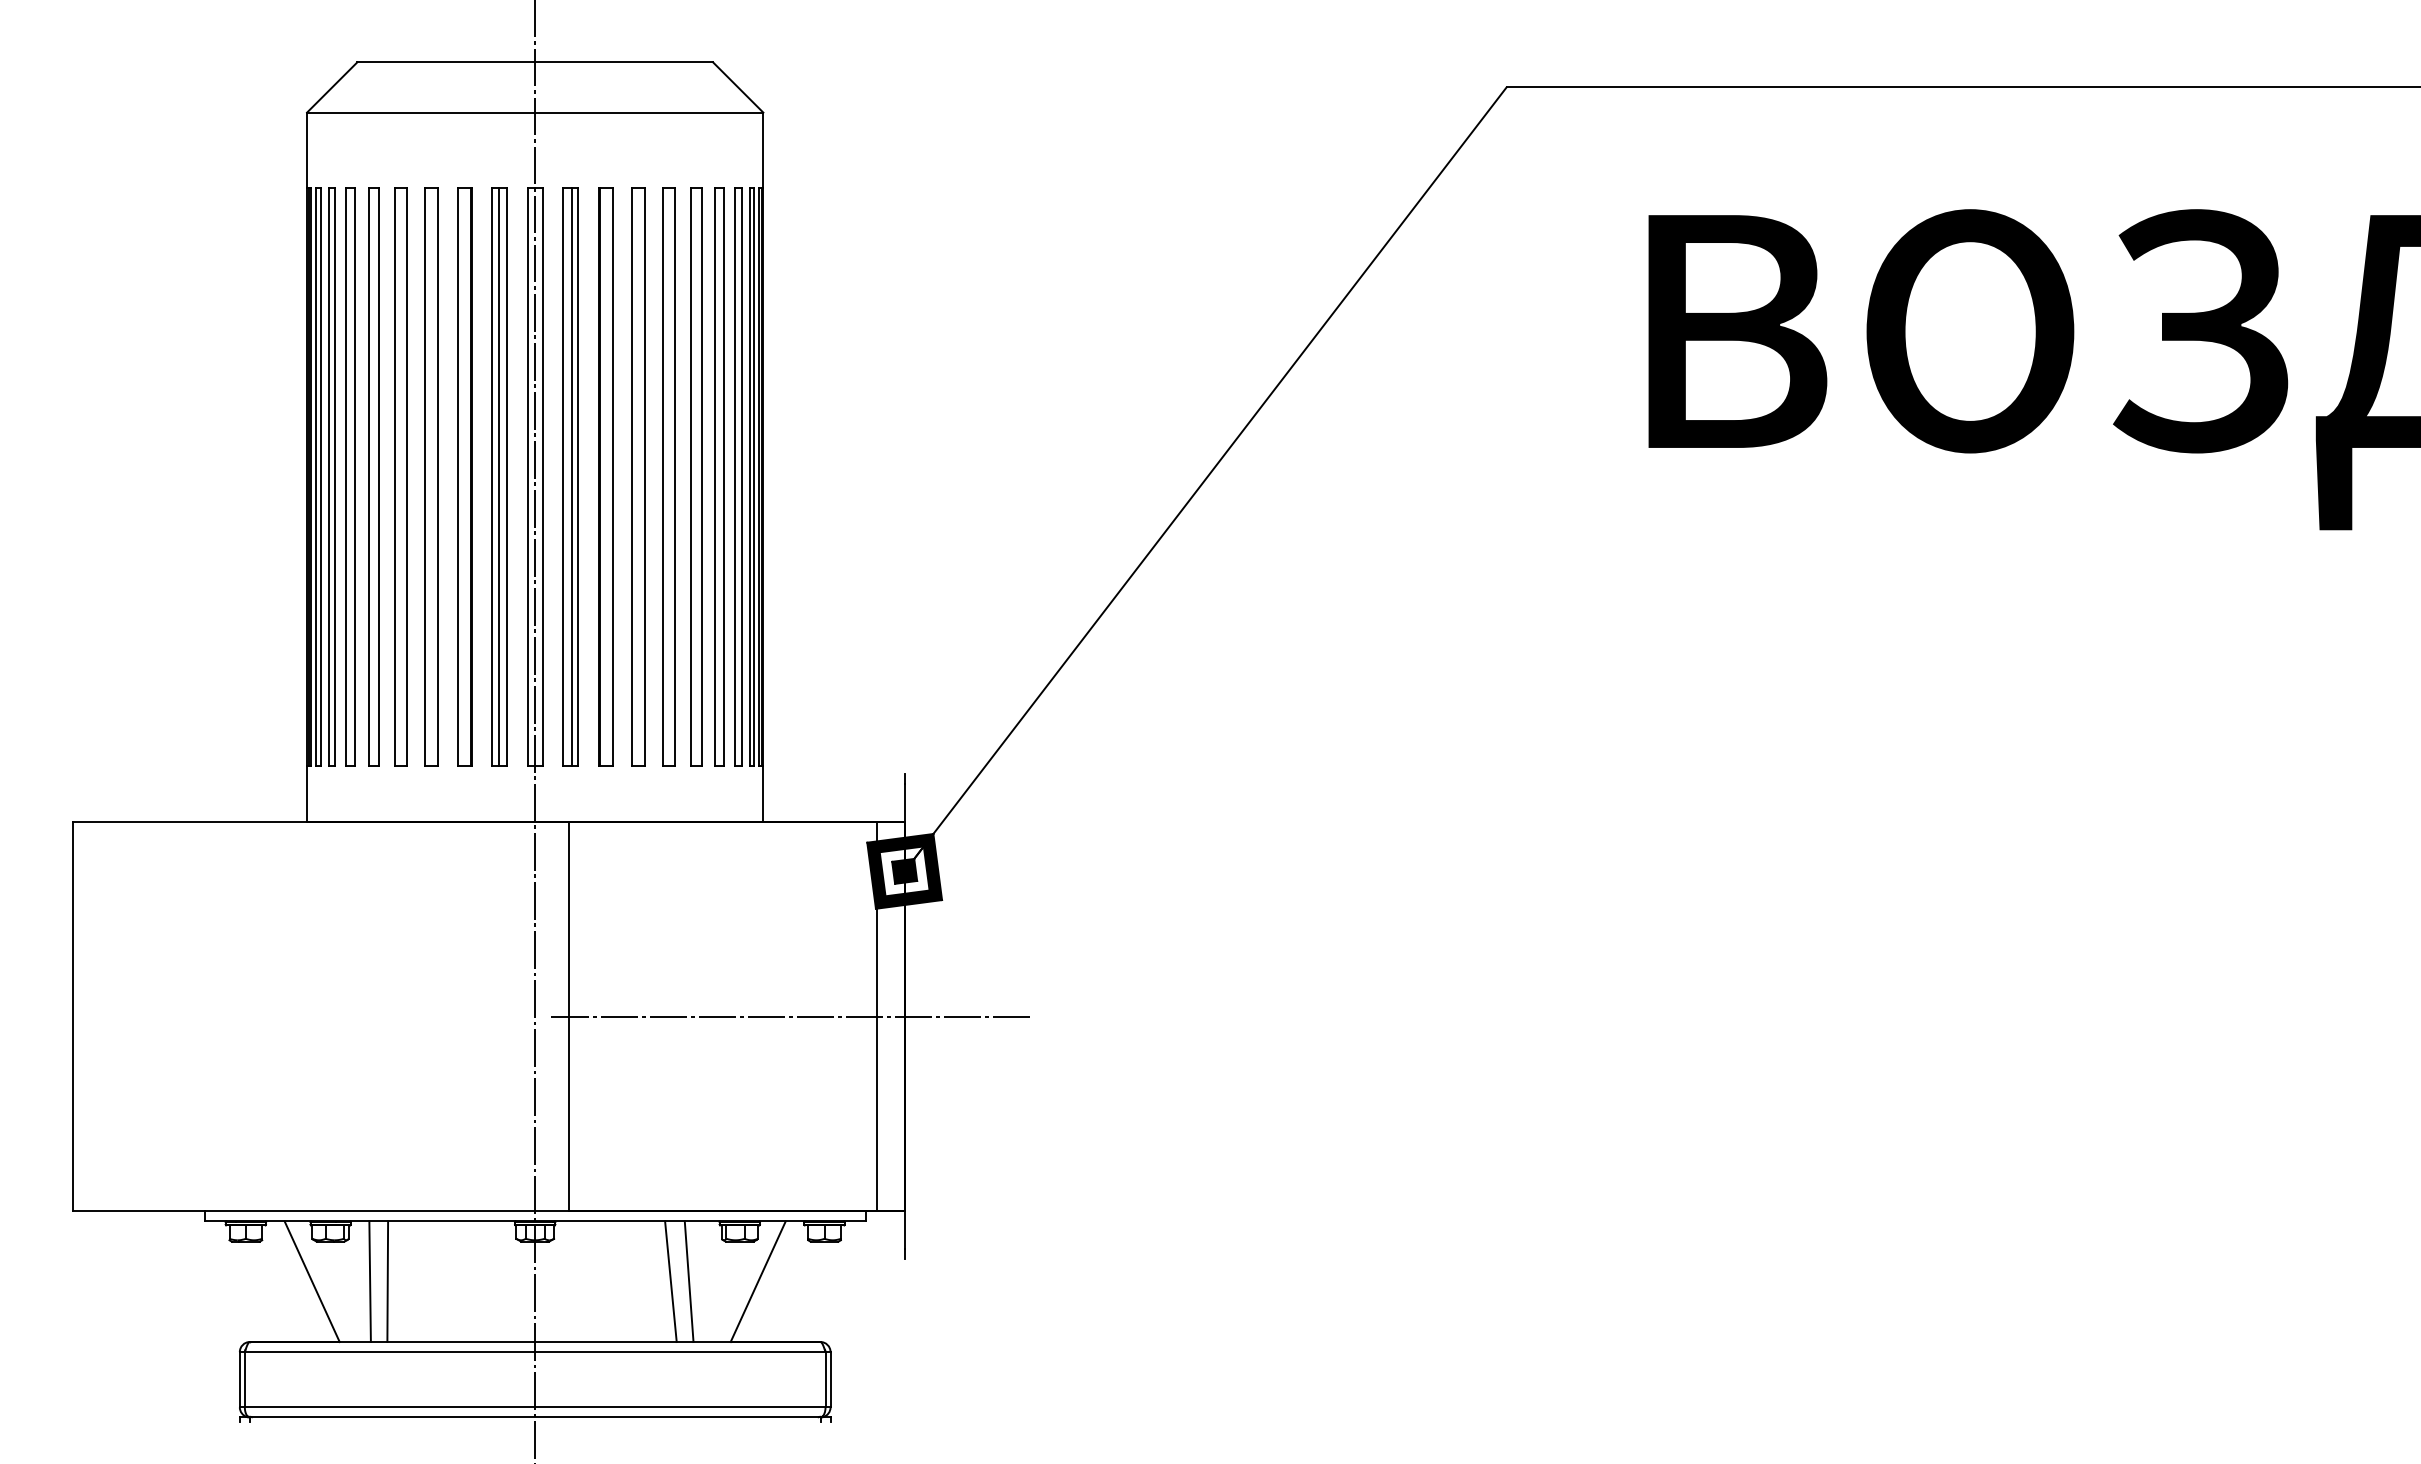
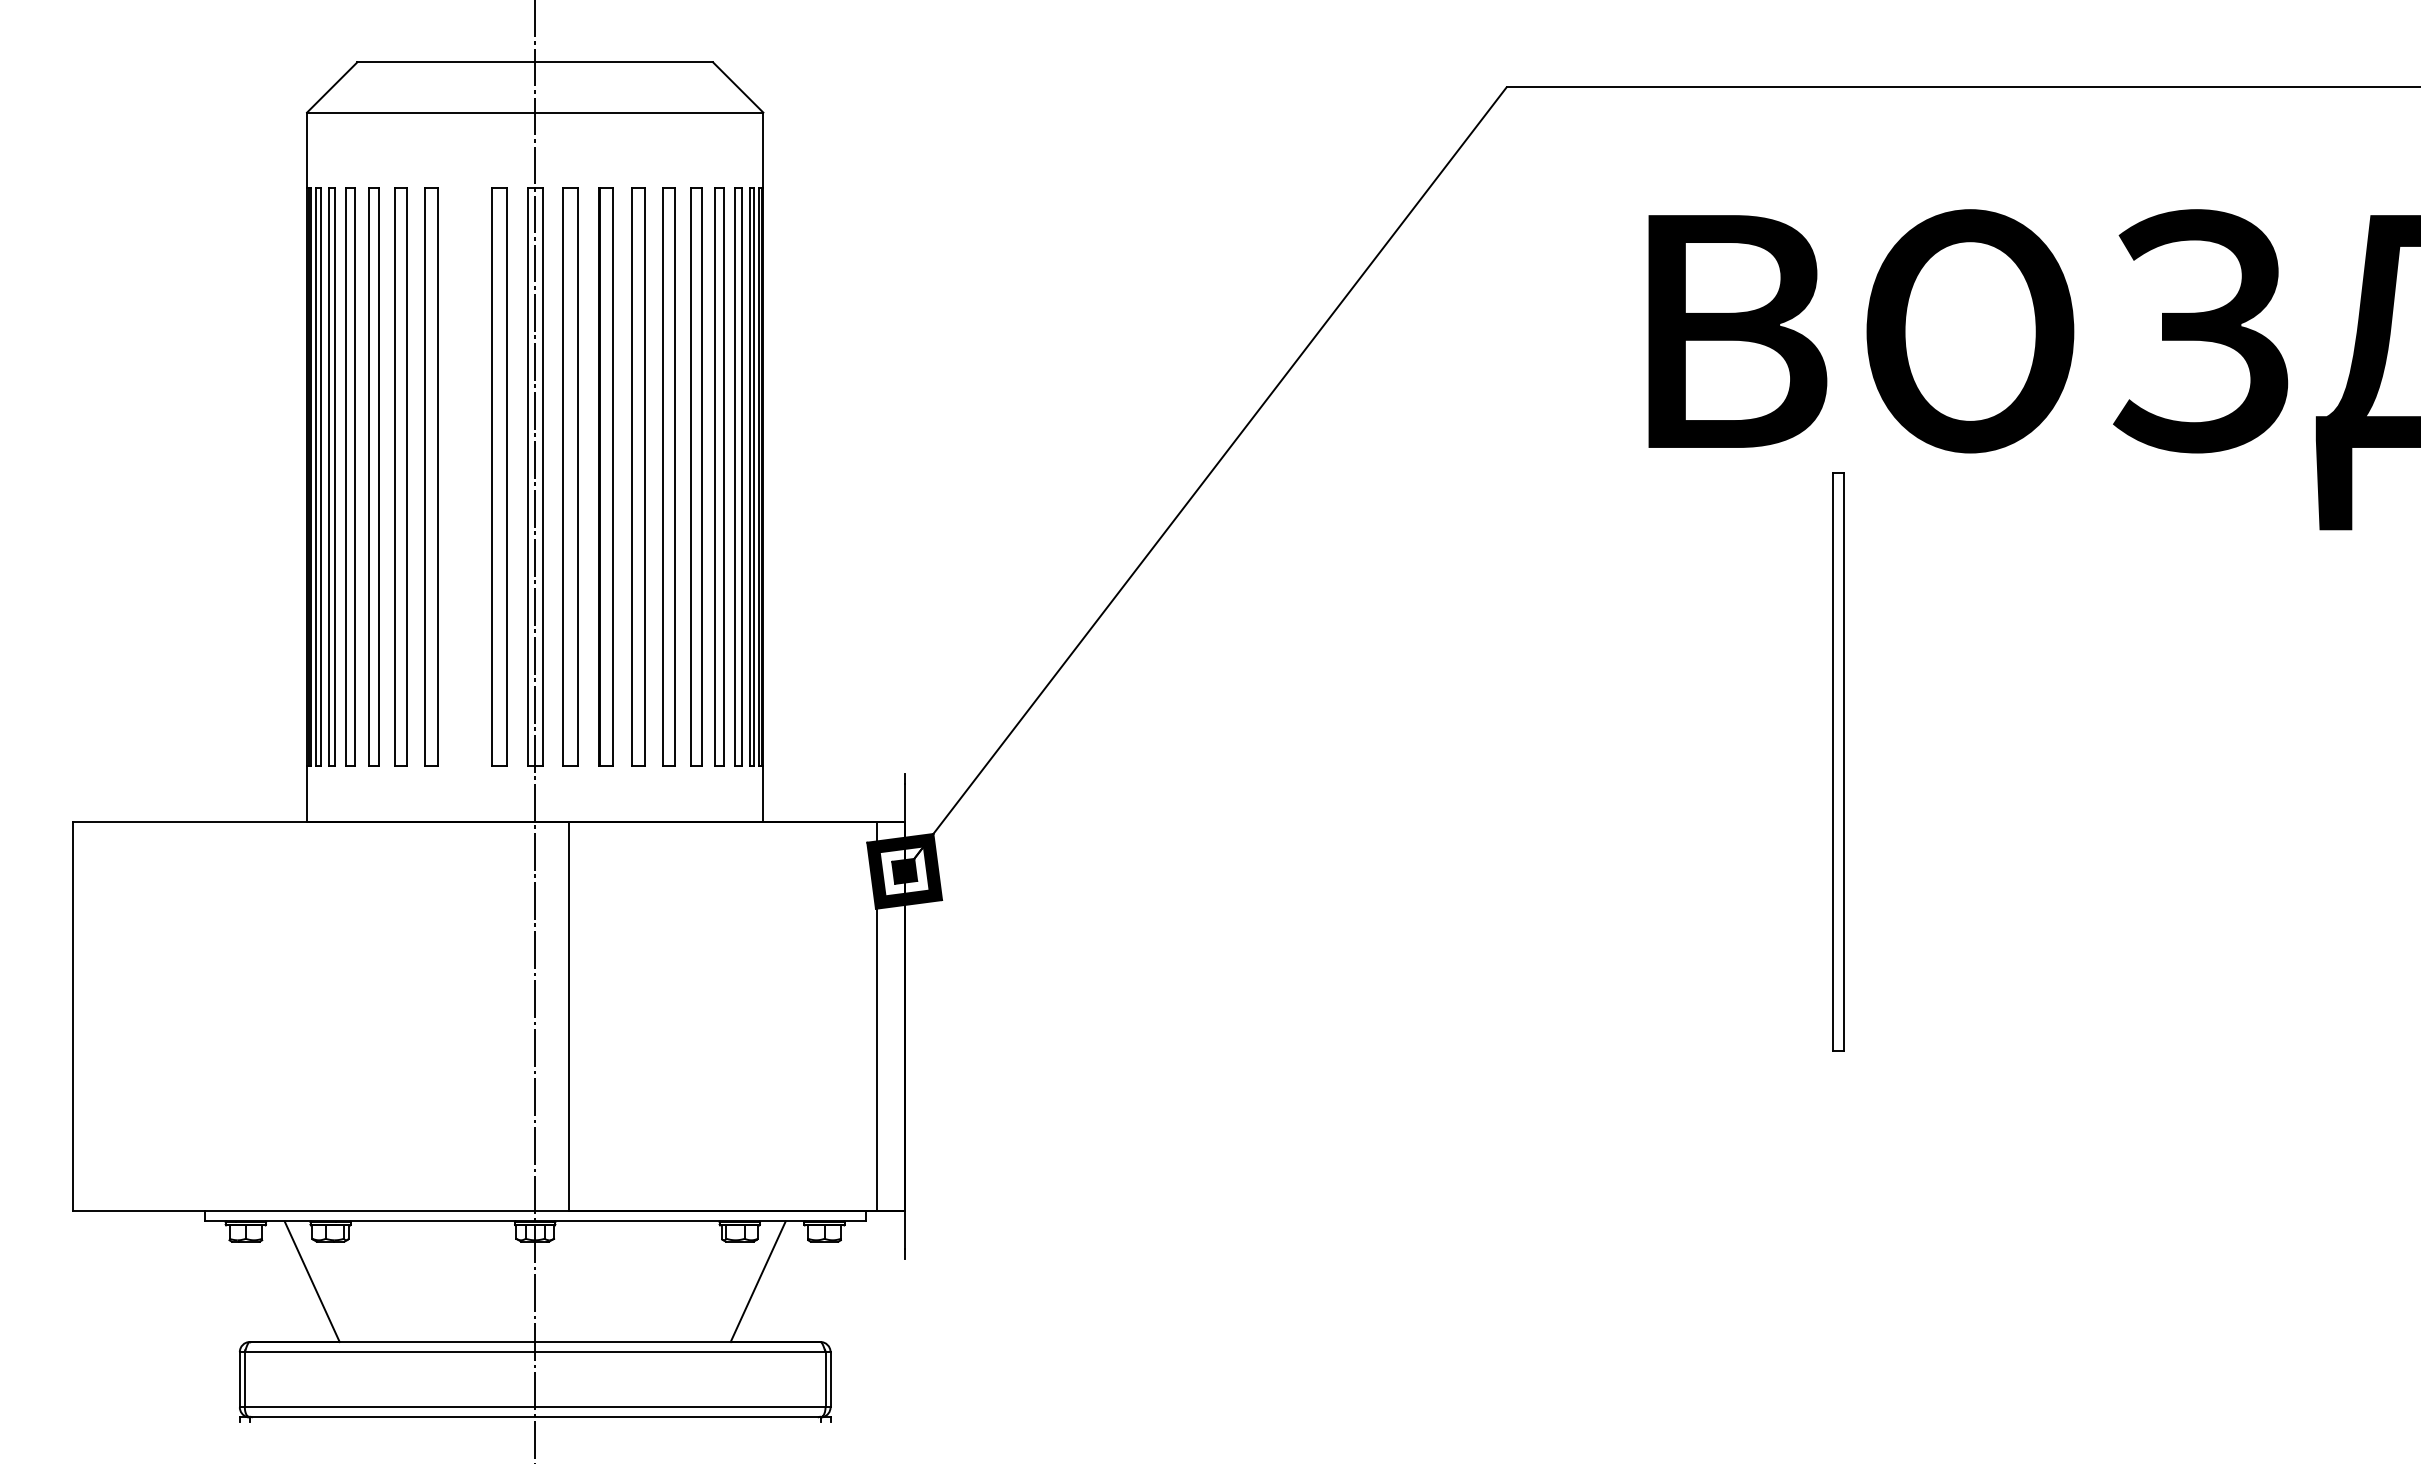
part at (464, 476): present -> none
line at (498, 477): present -> none
line at (571, 477): present -> none
part at (1838, 761): none -> present
line at (789, 1016): present -> none
line at (369, 1281): present -> none
line at (387, 1281): present -> none
line at (670, 1281): present -> none
line at (688, 1281): present -> none
